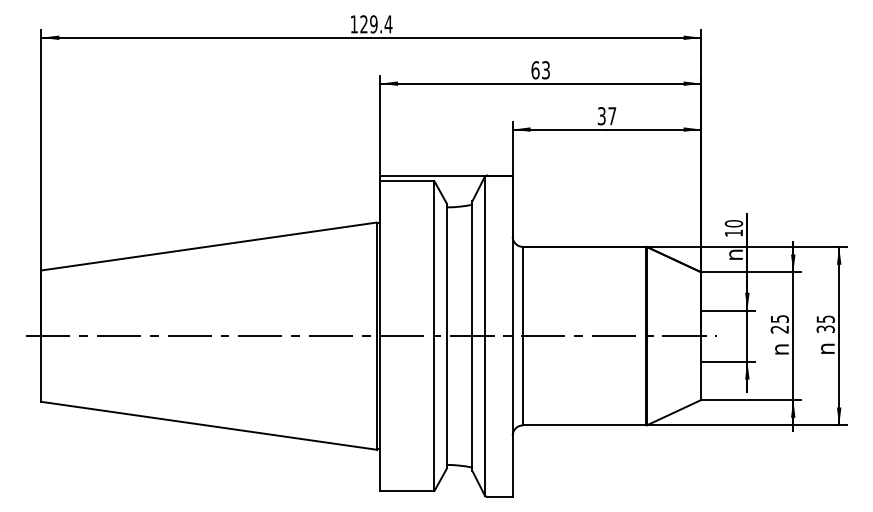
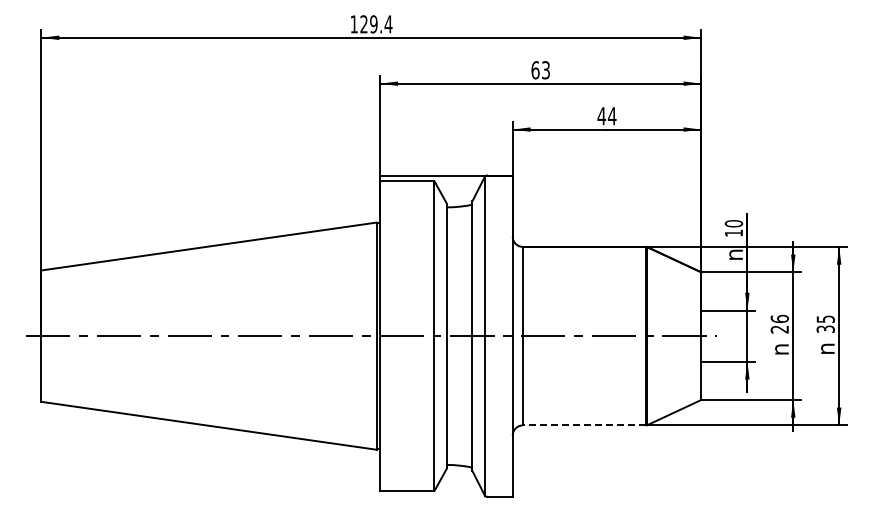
text at (606, 116): 37 -> 44
text at (779, 318): 25 -> 26
line at (584, 425): solid -> dashed
